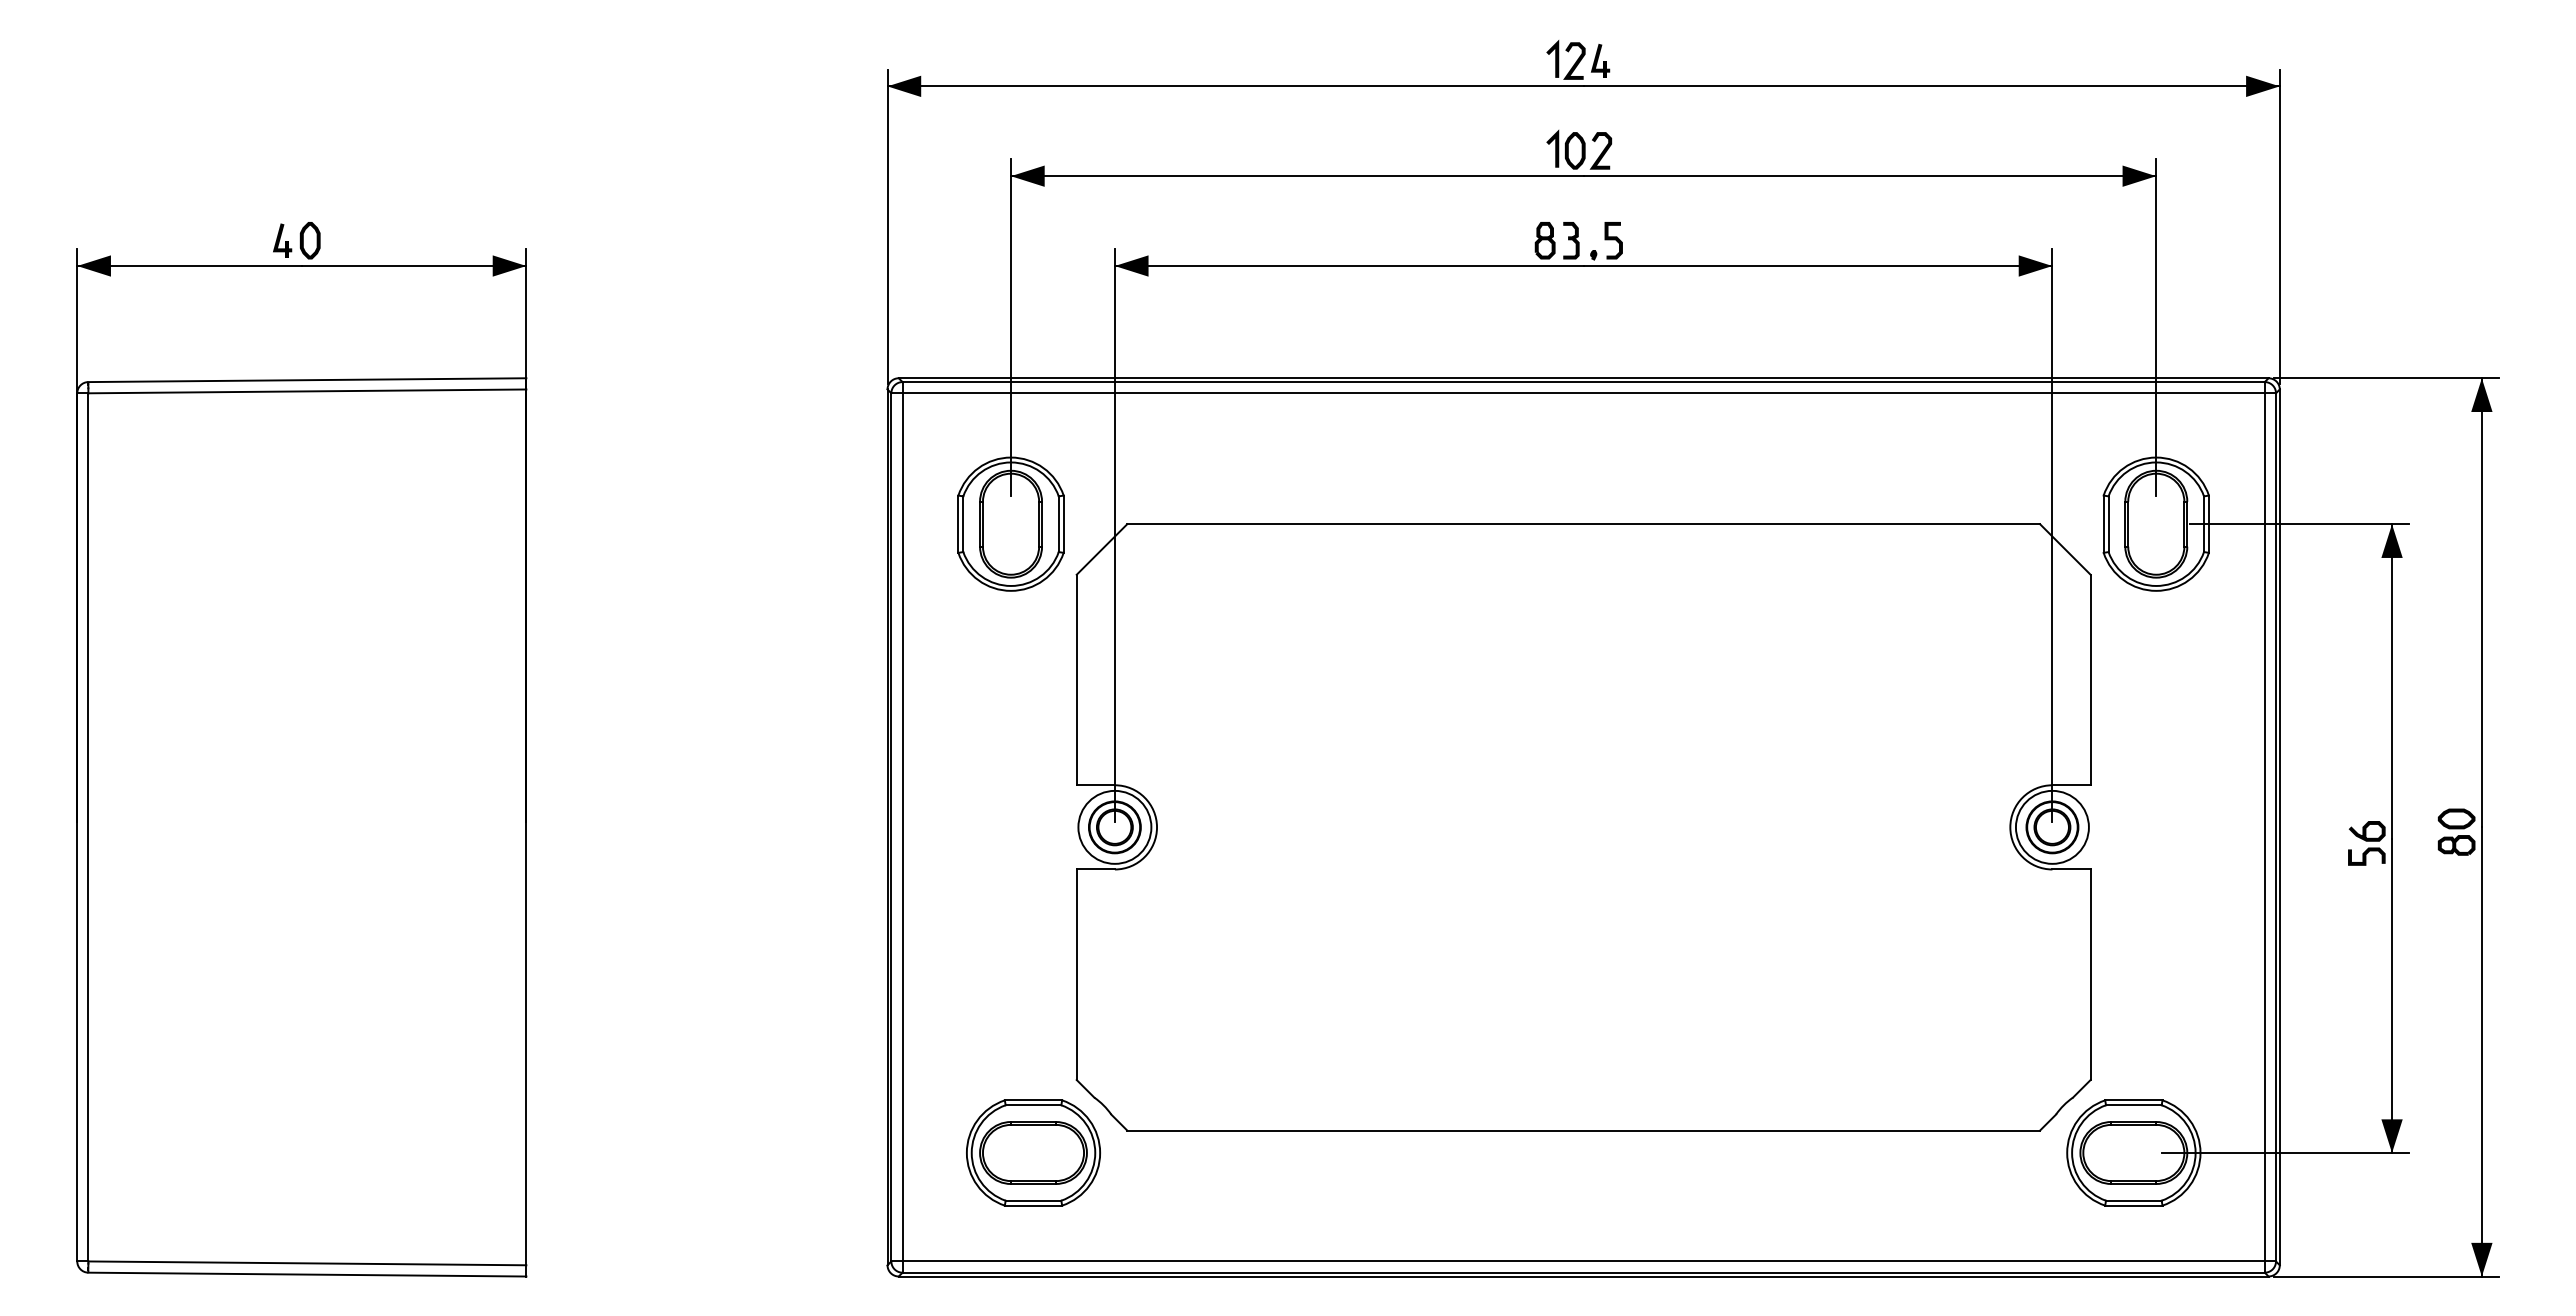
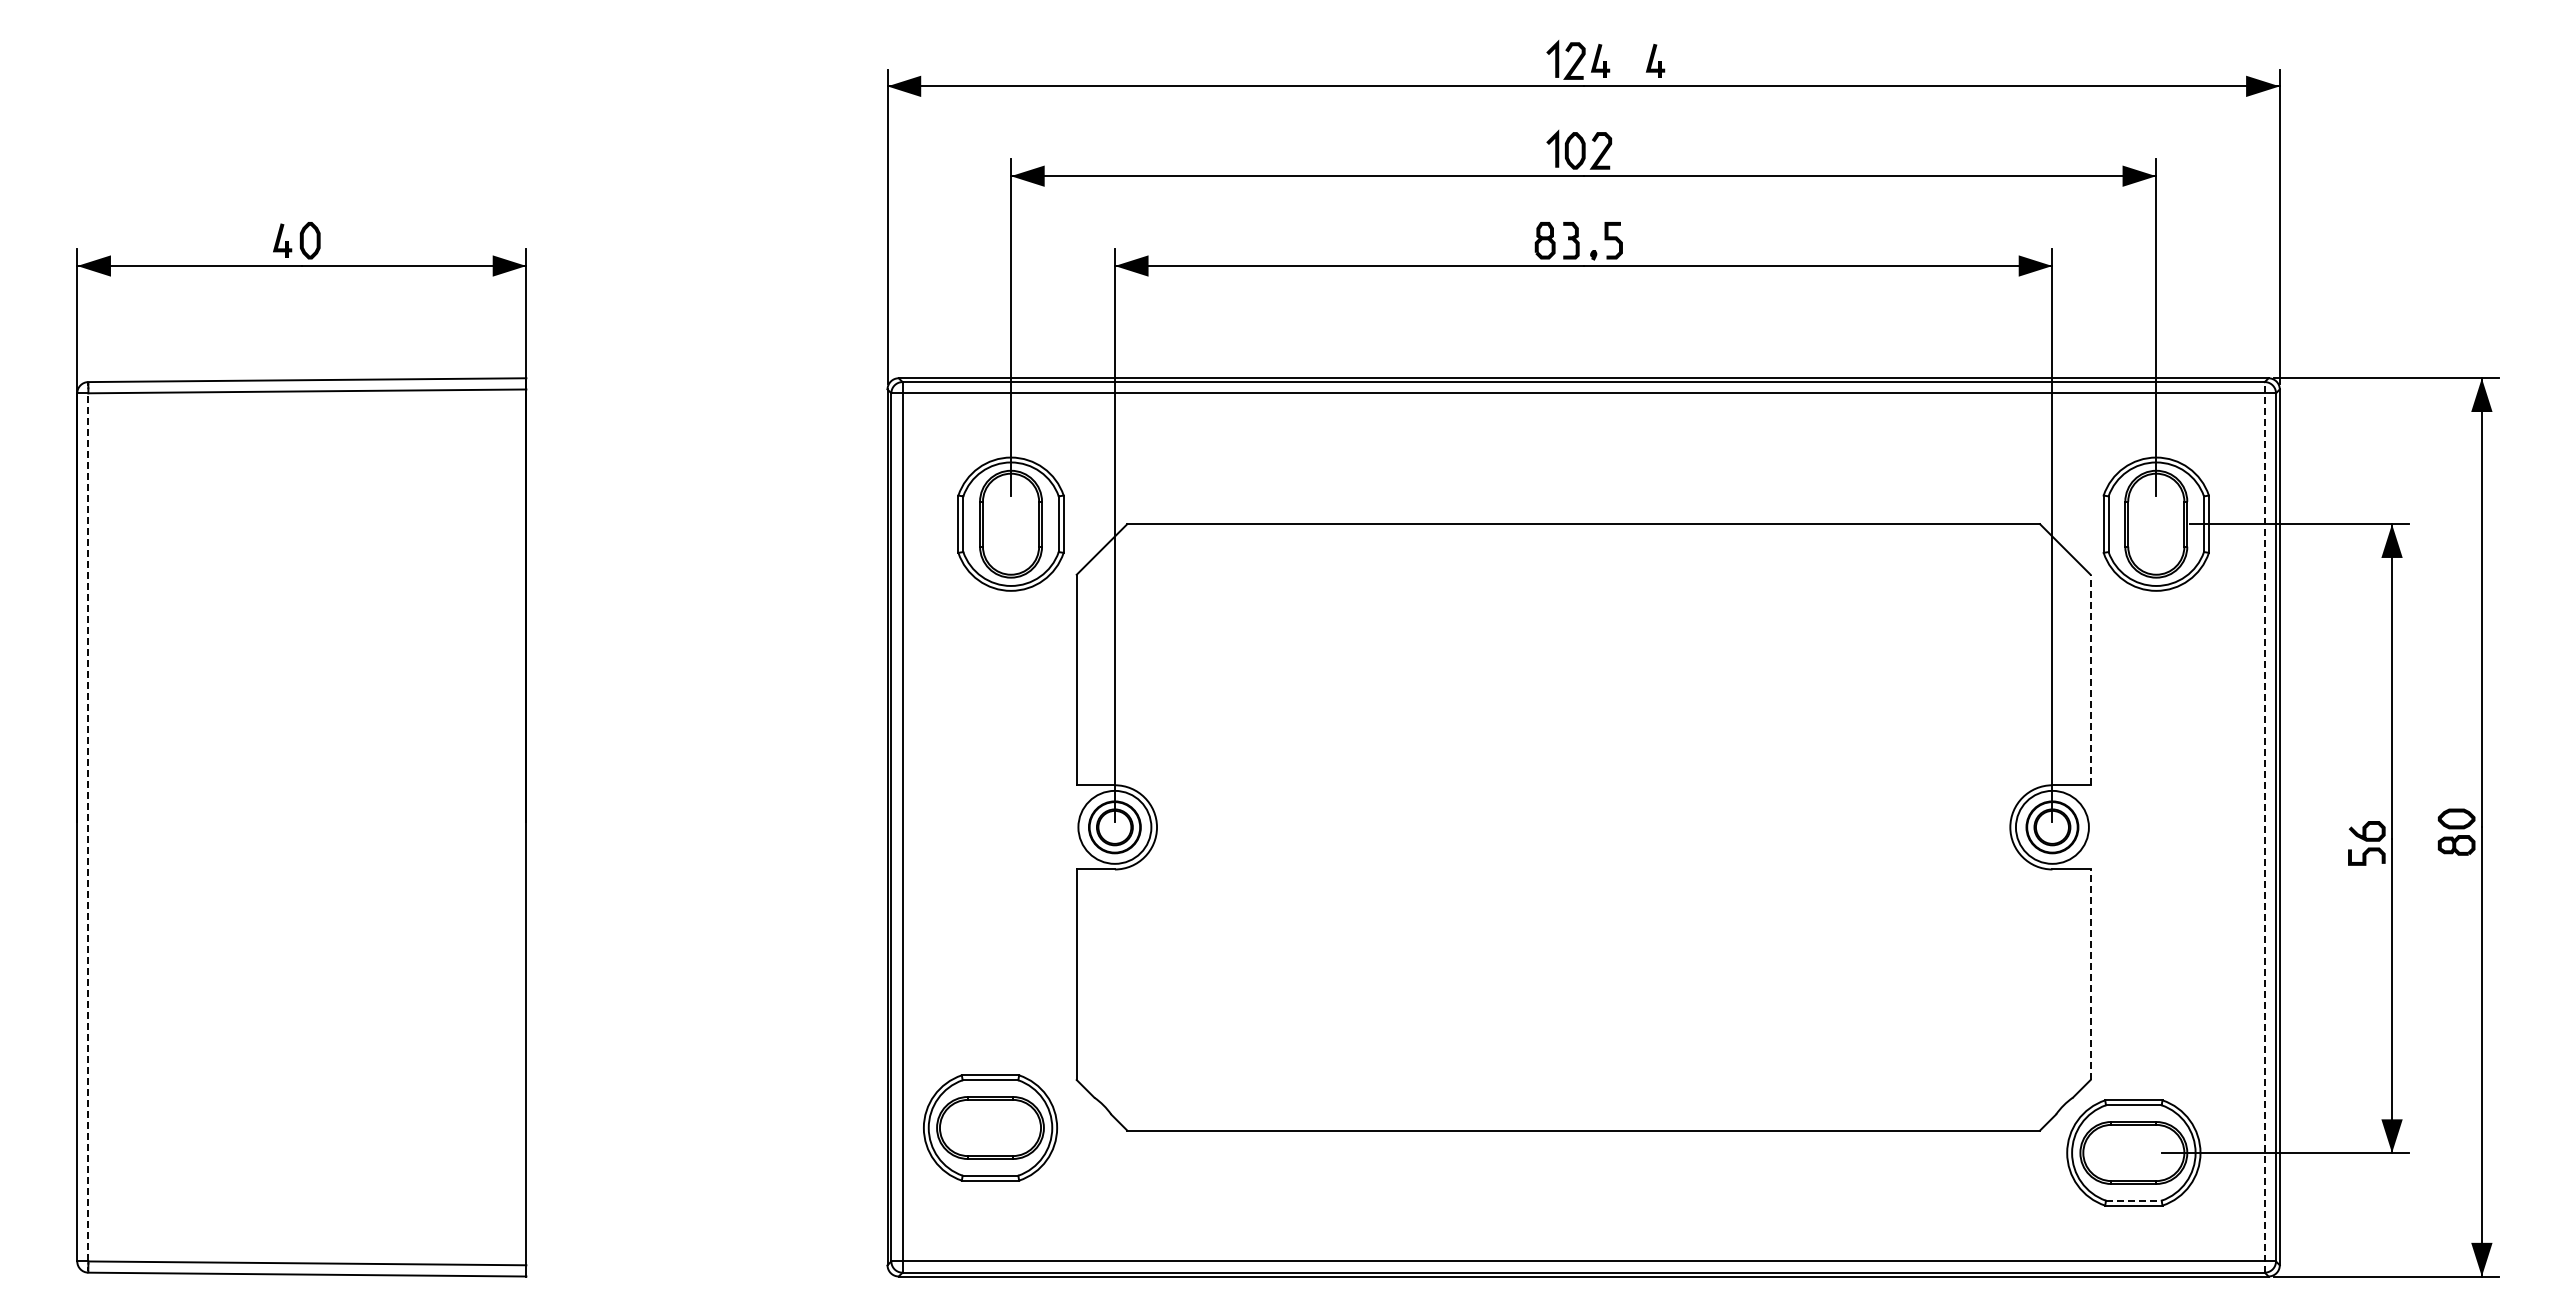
part at (1655, 60): none -> present
line at (2090, 679): solid -> dashed
line at (88, 826): solid -> dashed
line at (2264, 826): solid -> dashed
line at (2090, 974): solid -> dashed
part at (1033, 1152) position: (1033, 1152) -> (990, 1127)
line at (2133, 1200): solid -> dashed
